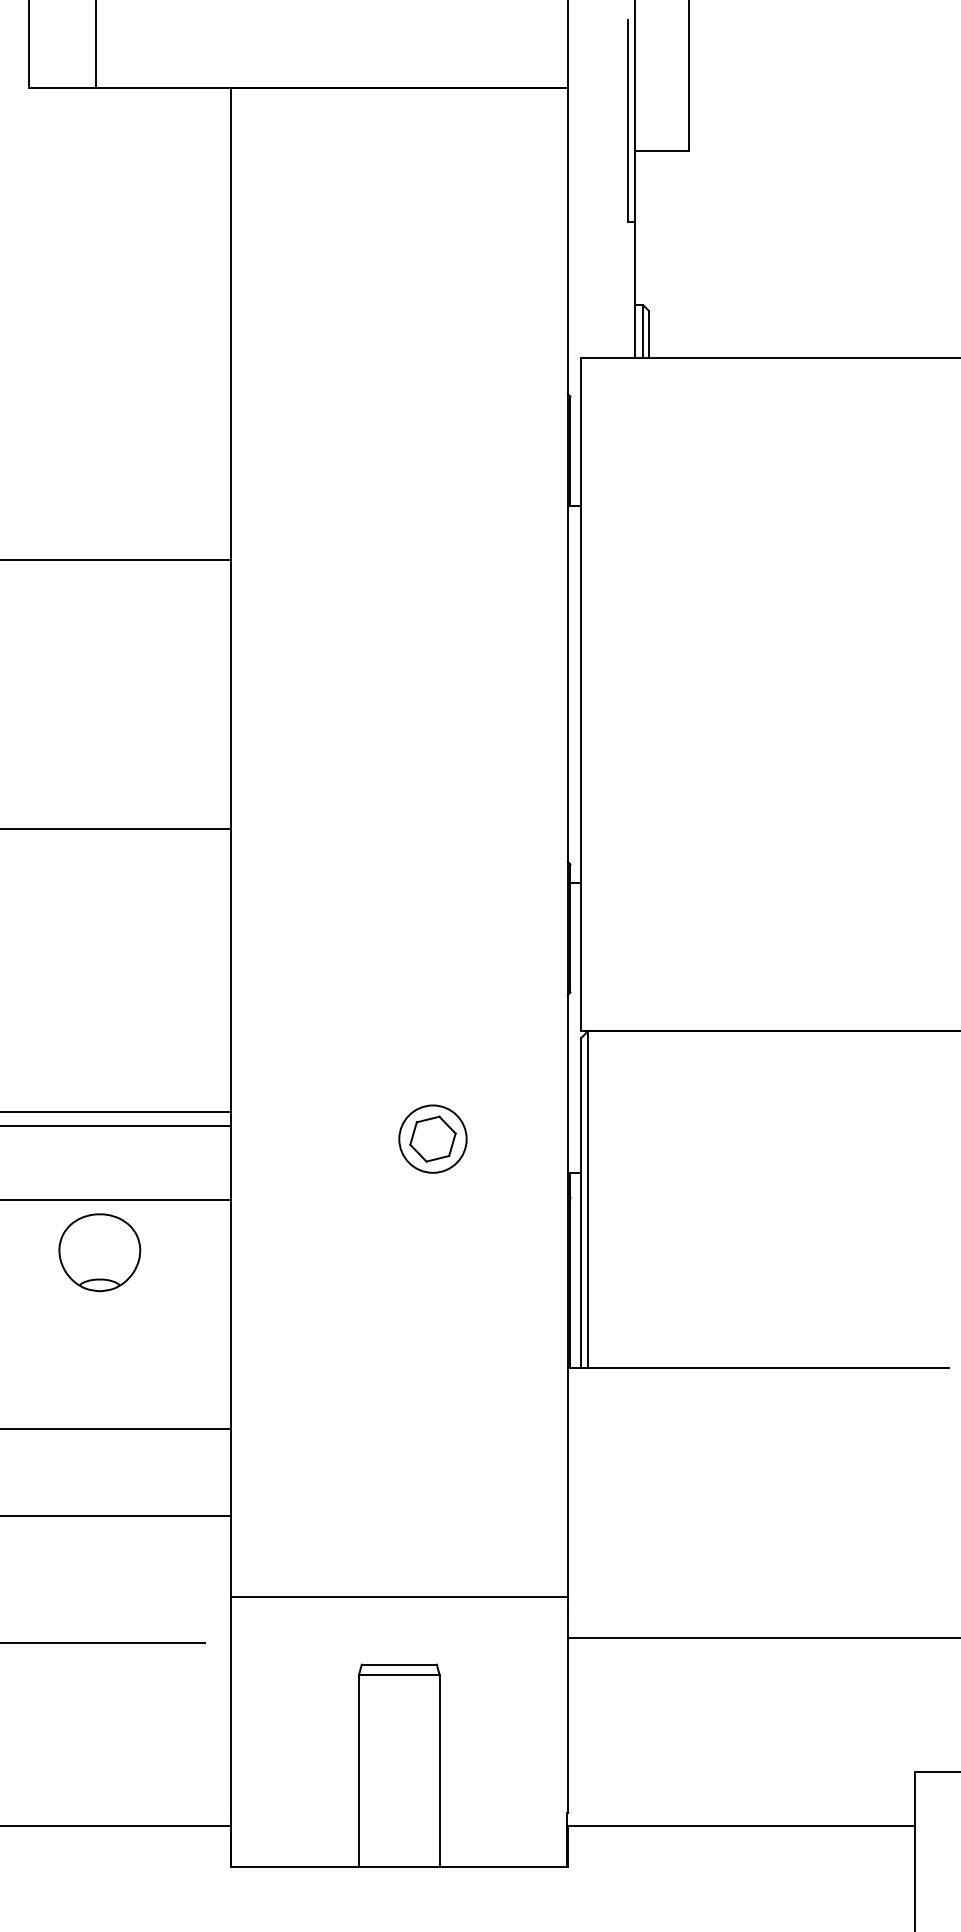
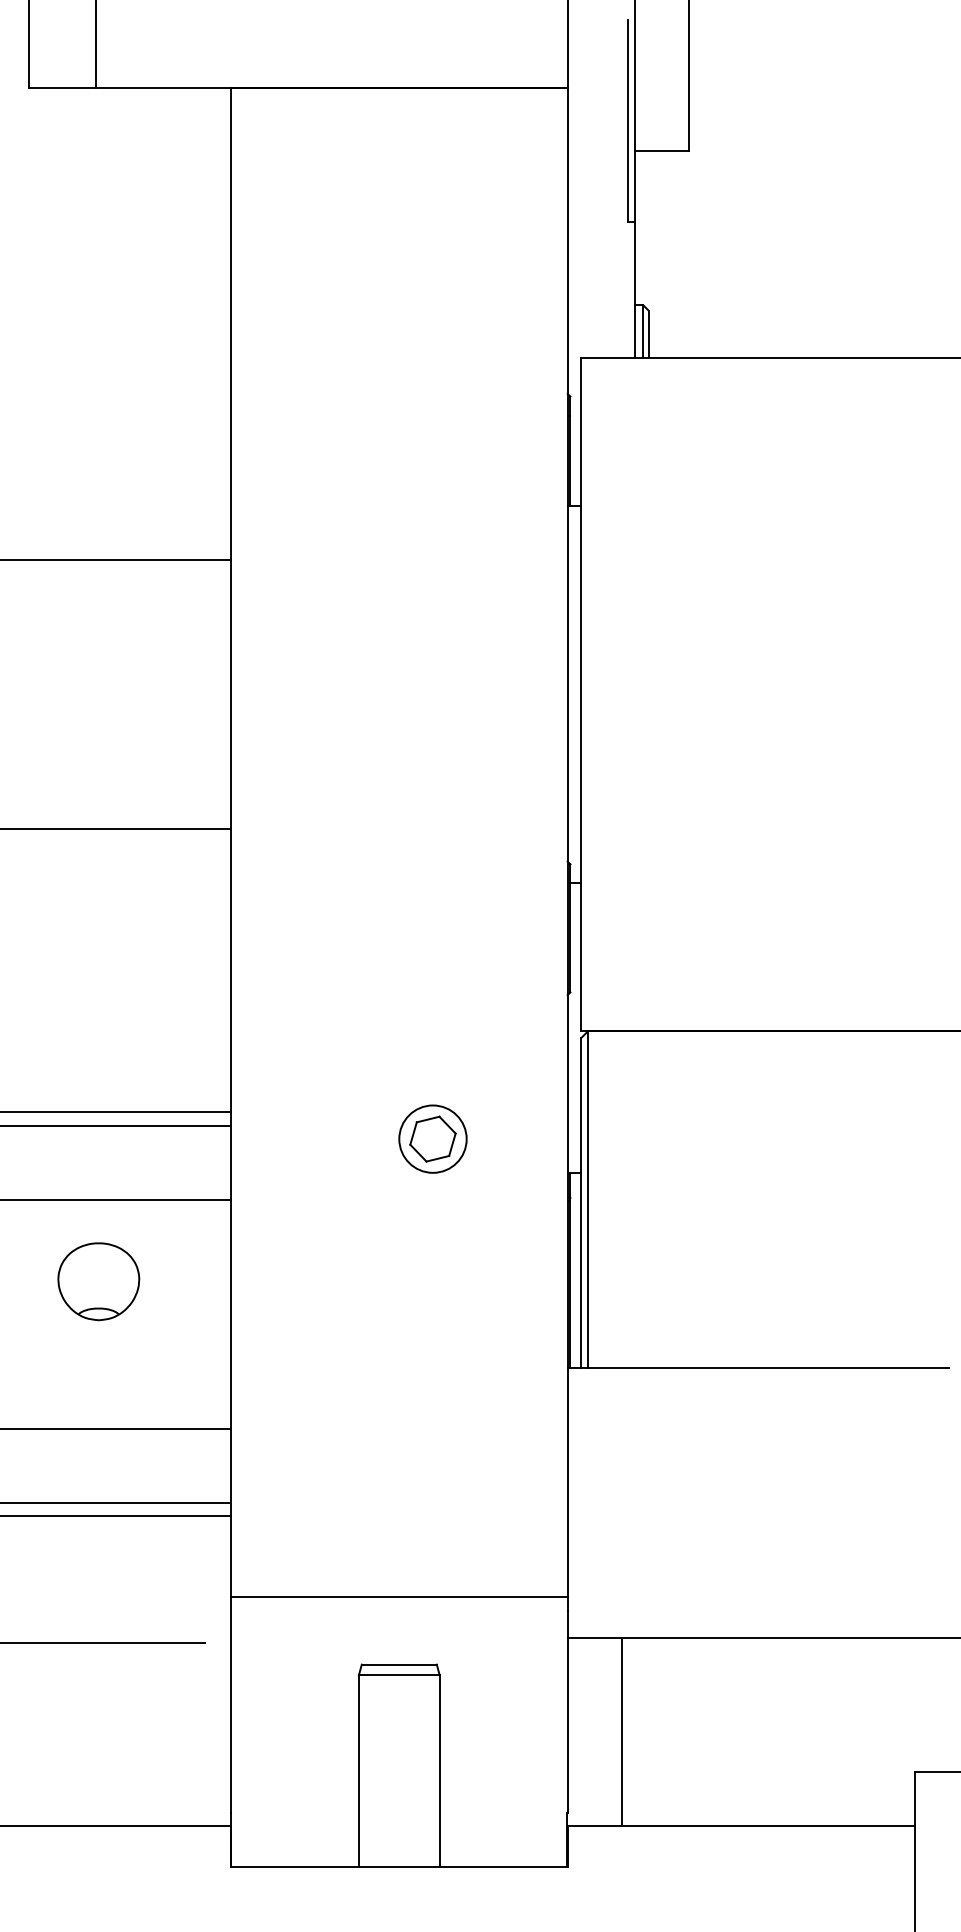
part at (99, 1252) position: (99, 1252) -> (98, 1281)
line at (116, 1502): none -> present
line at (621, 1731): none -> present
